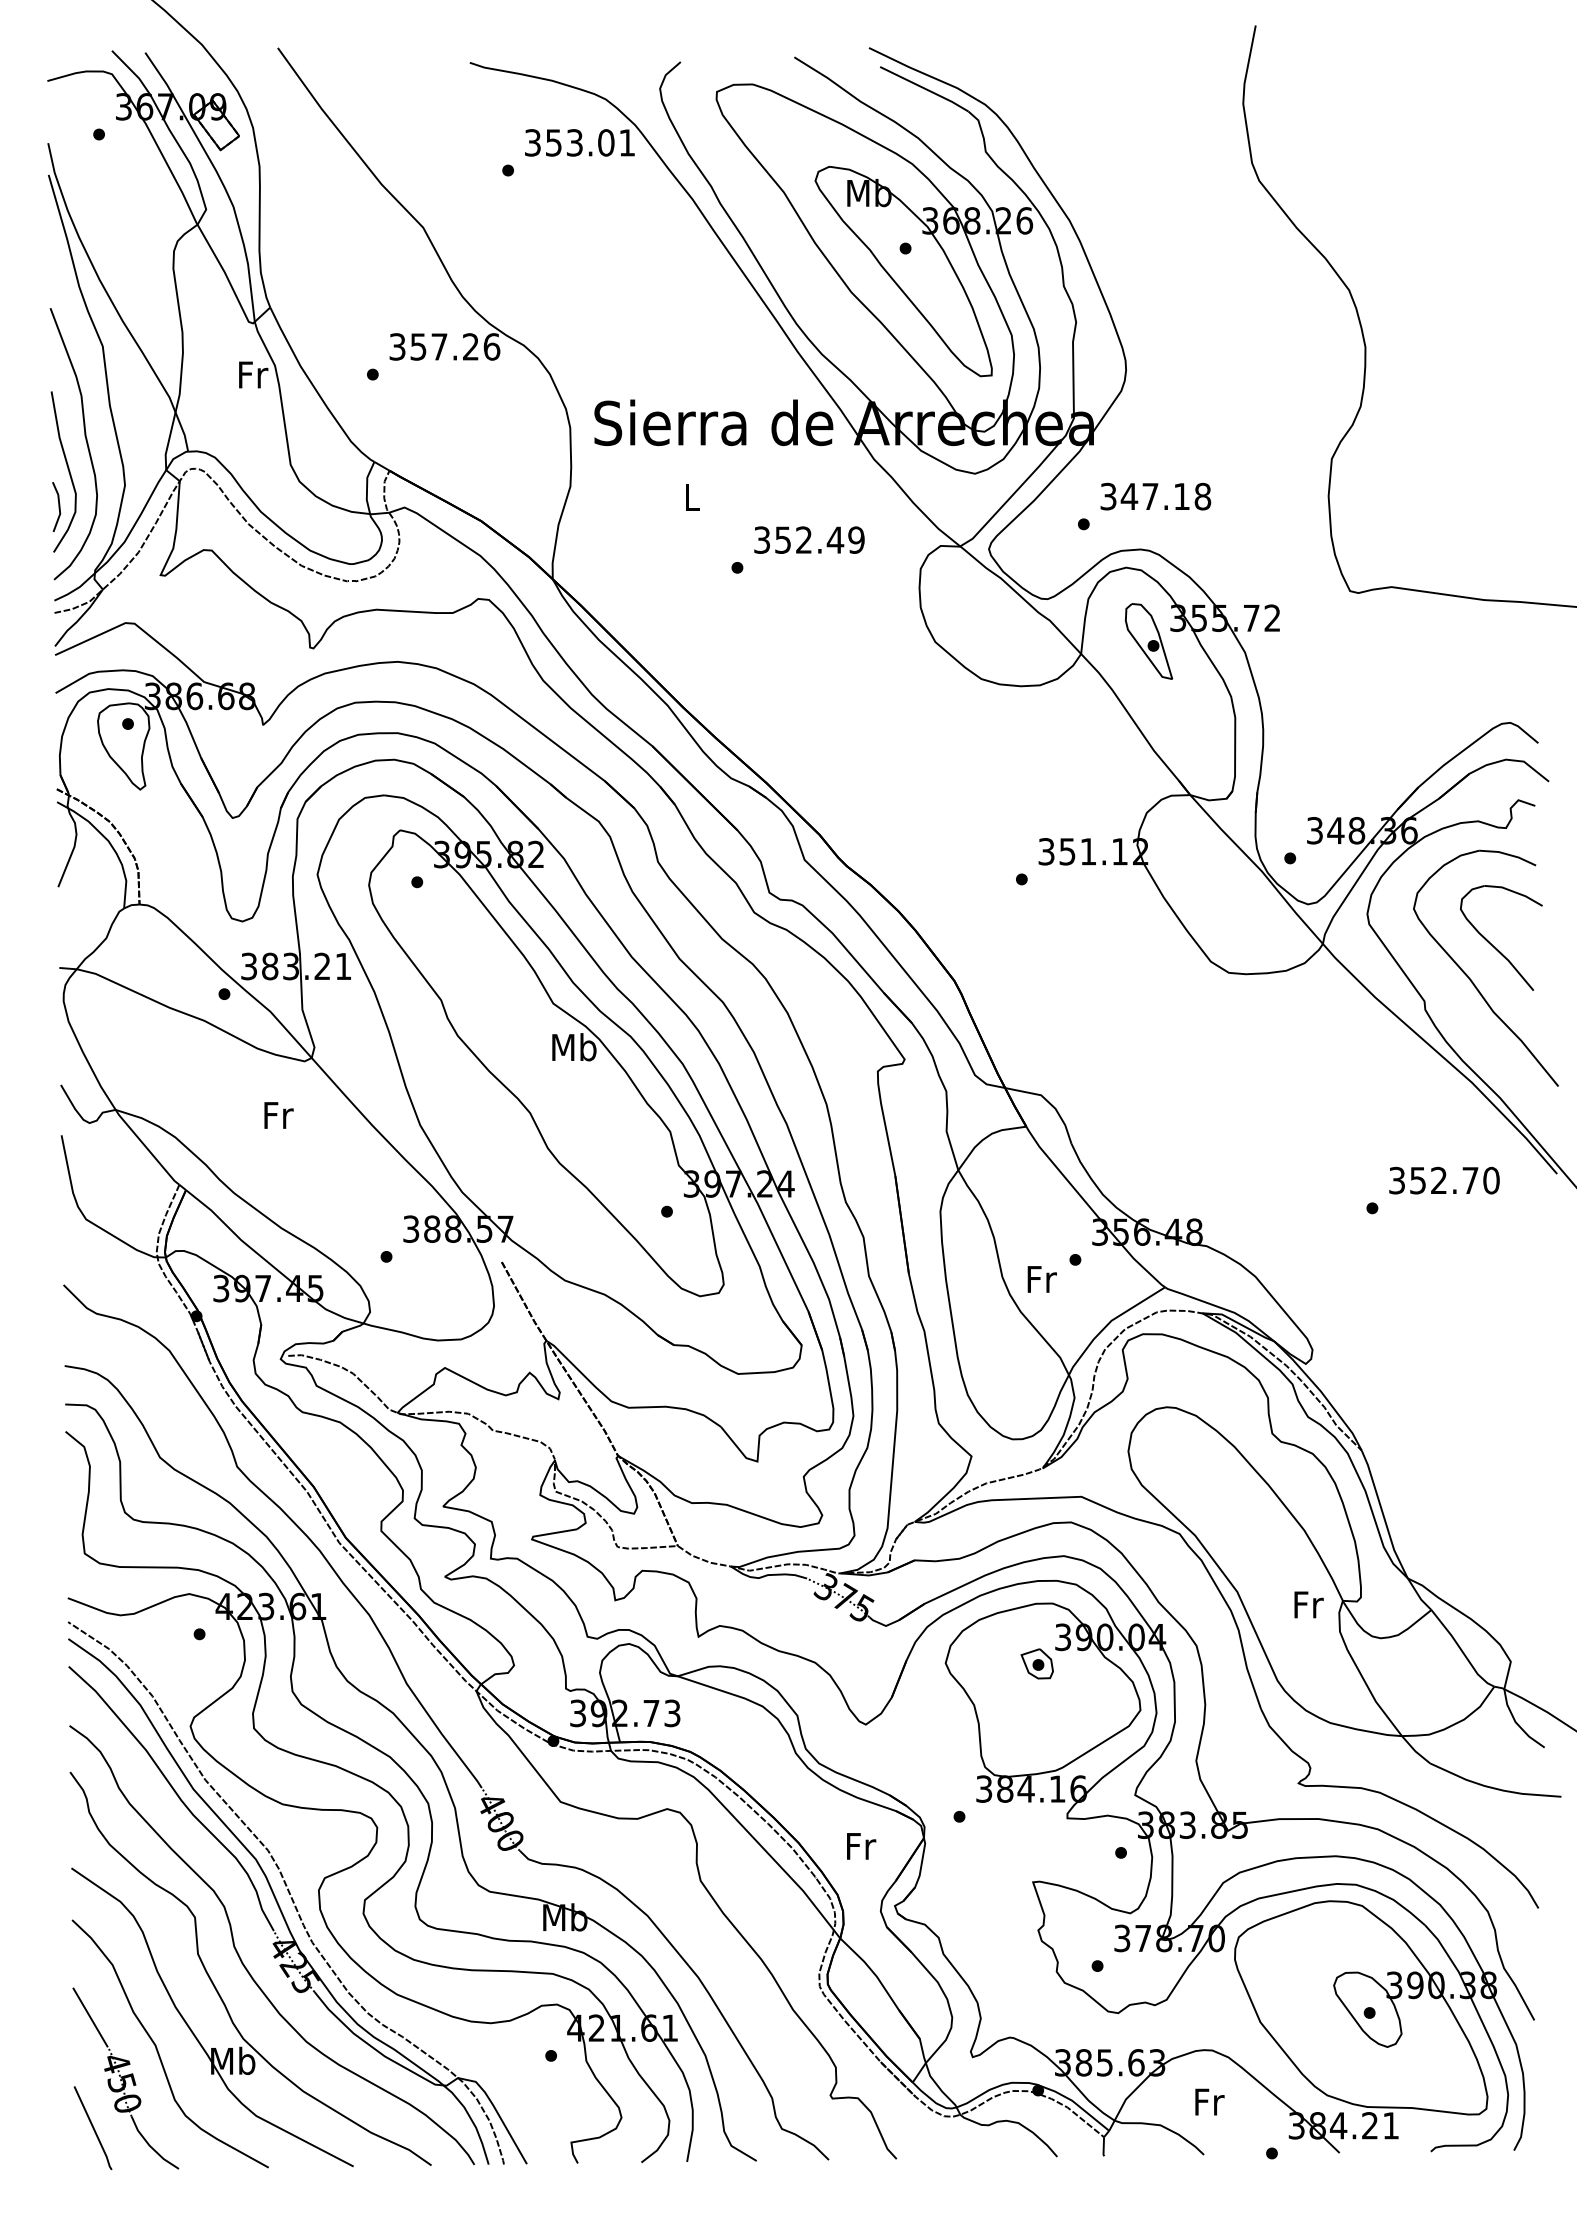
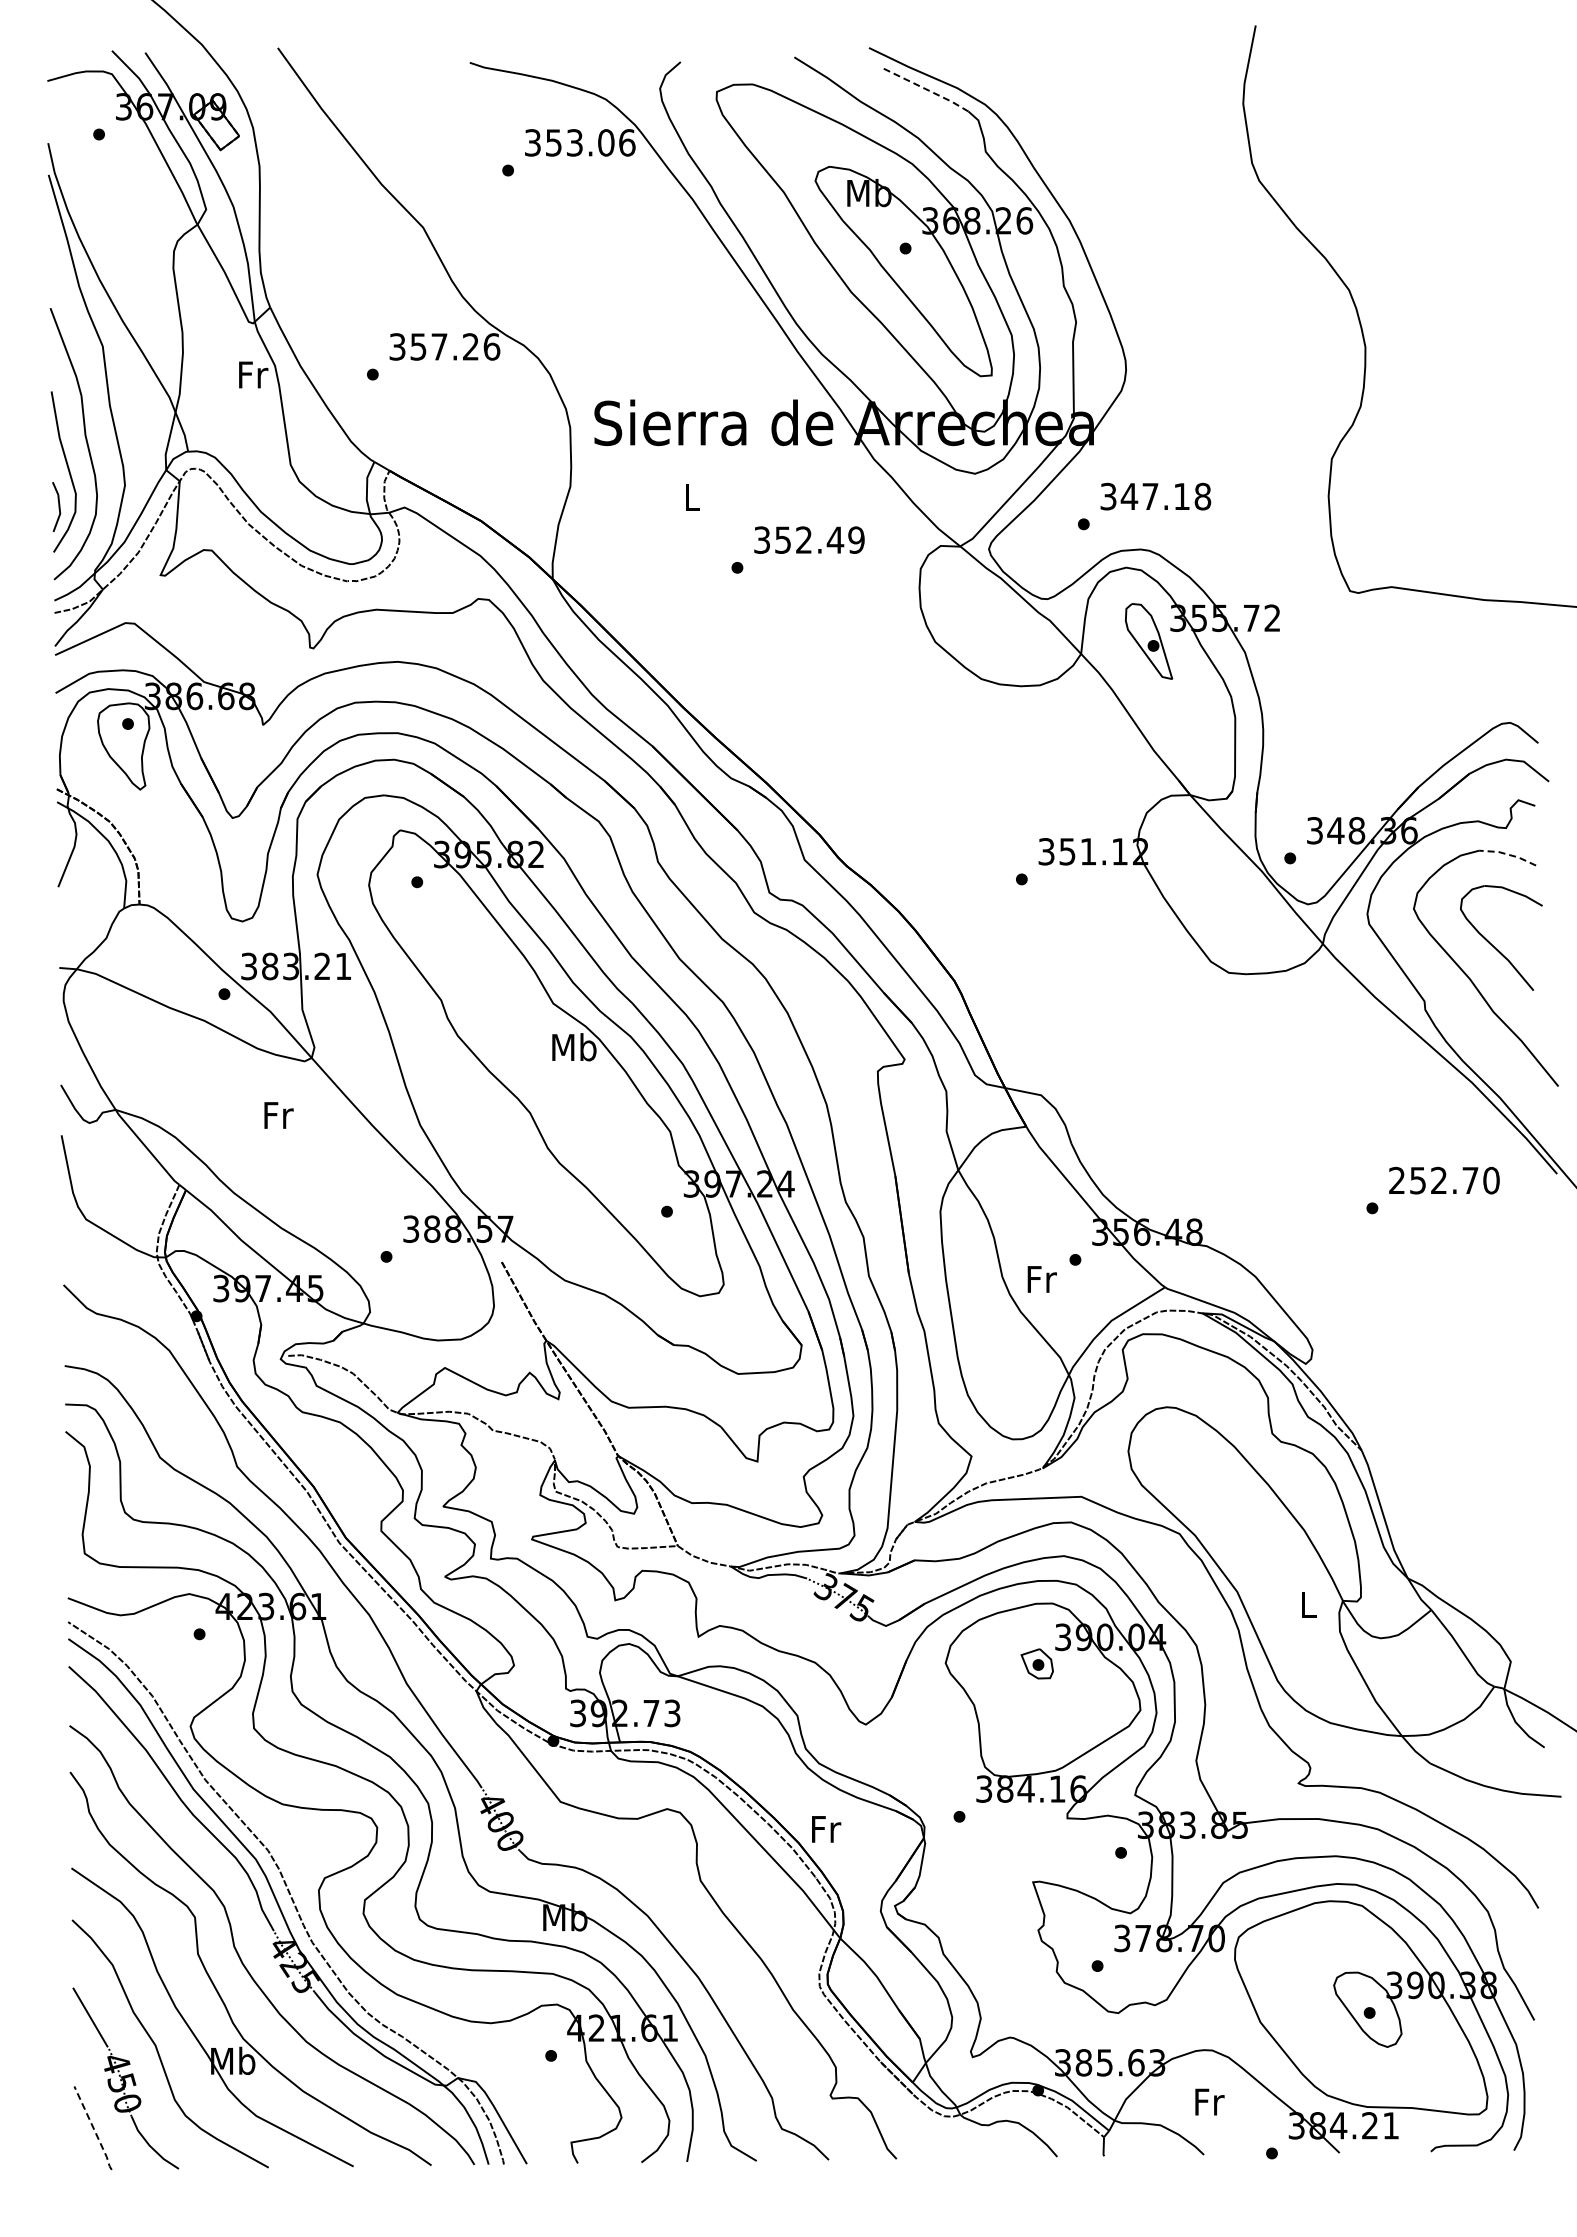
line at (925, 88): solid -> dashed
text at (627, 142): 353.01 -> 353.06
line at (1508, 854): solid -> dashed
text at (1396, 1180): 352.70 -> 252.70
text at (1308, 1604): Fr -> L
text at (861, 1846) position: (861, 1846) -> (826, 1829)
line at (93, 2128): solid -> dashed
